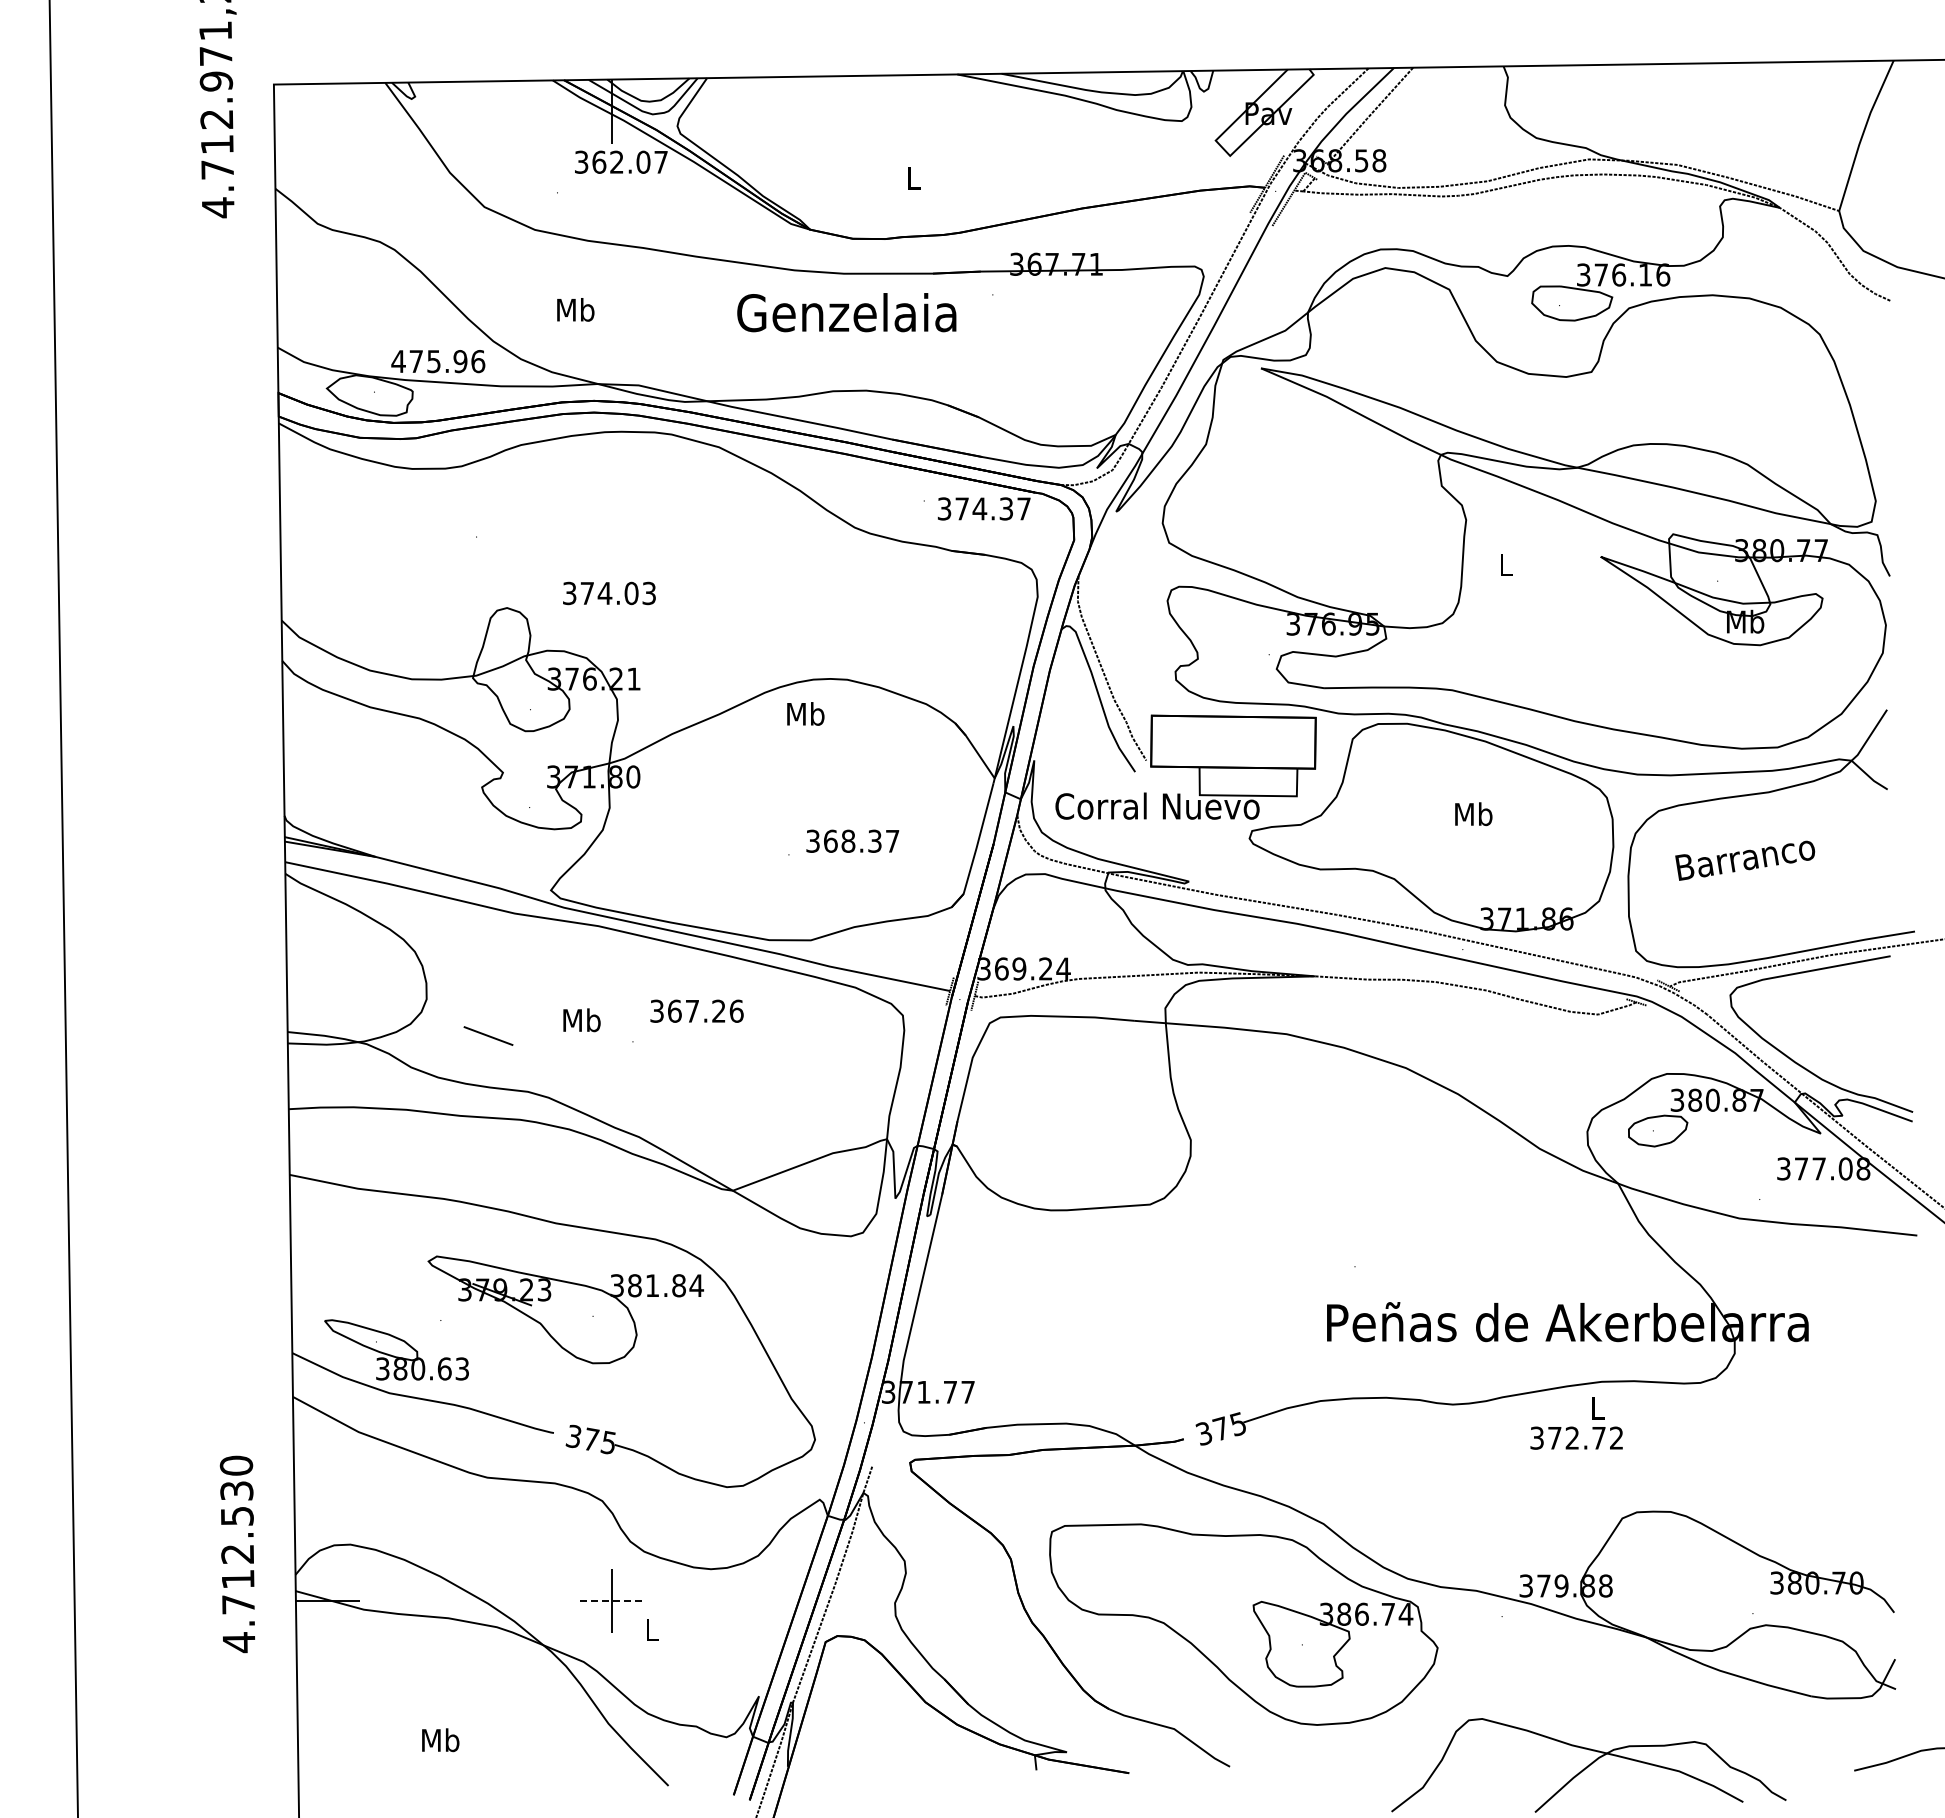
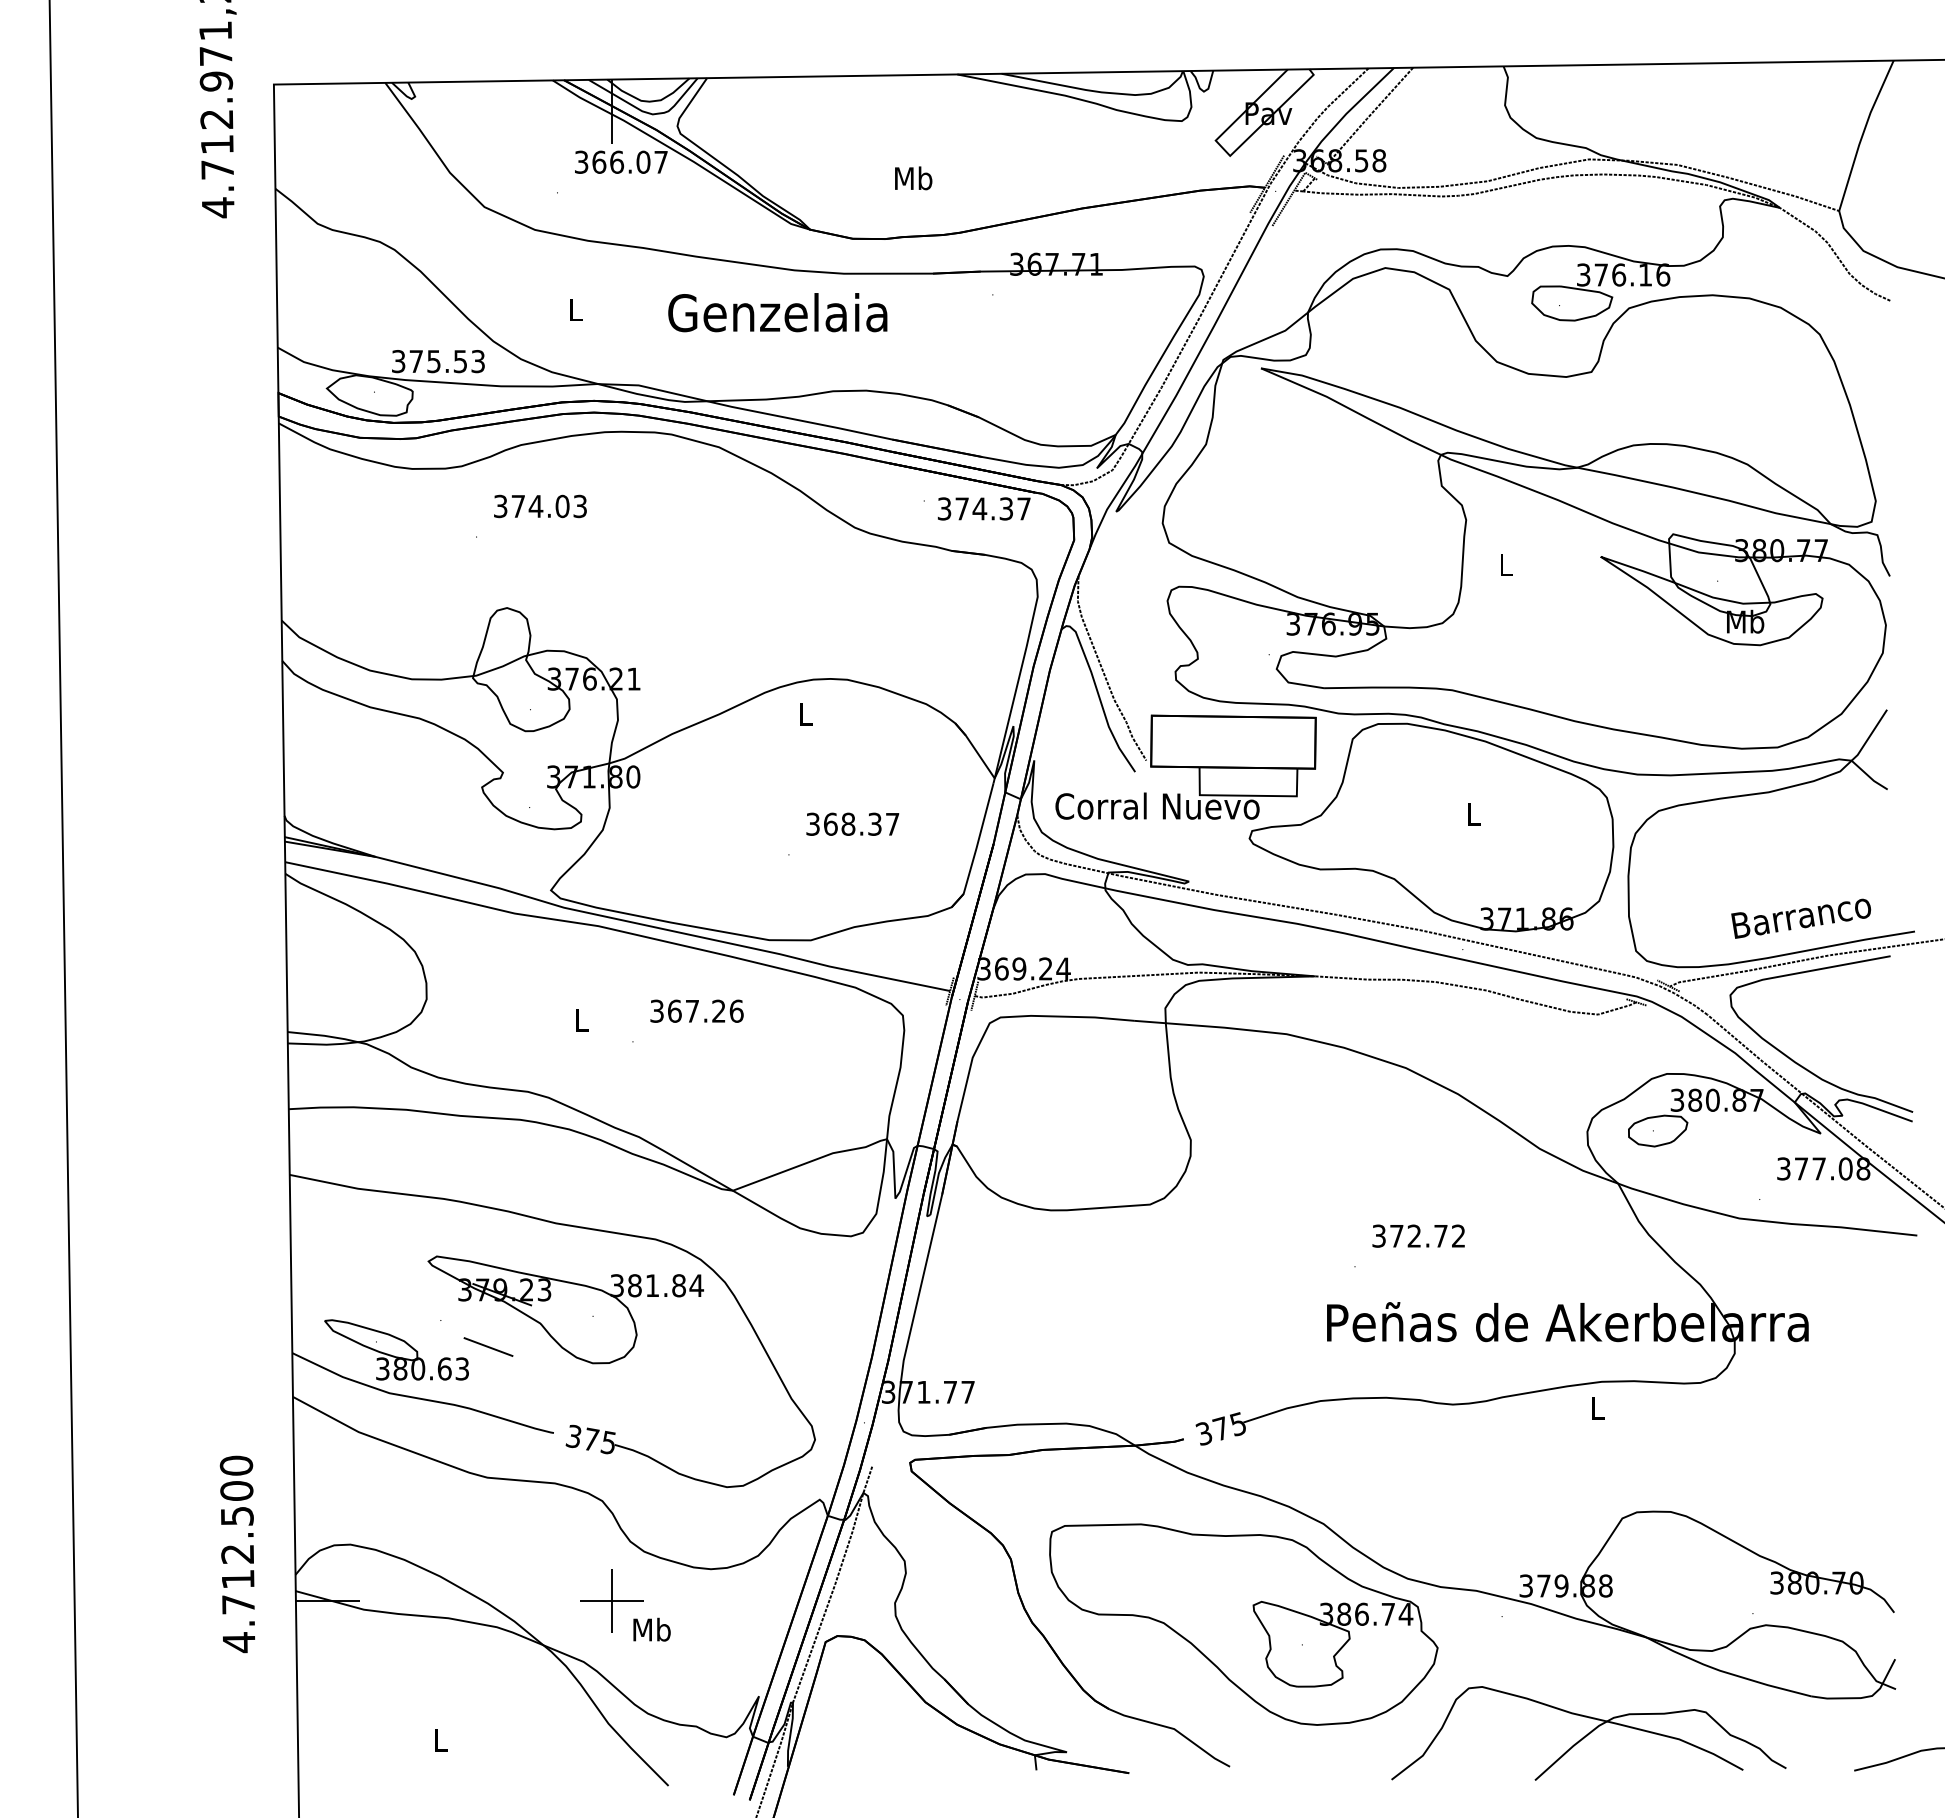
text at (617, 161): 362.07 -> 366.07
text at (913, 178): L -> Mb
text at (575, 309): Mb -> L
text at (846, 312) position: (846, 312) -> (777, 312)
text at (438, 361): 475.96 -> 375.53
text at (609, 593) position: (609, 593) -> (540, 506)
text at (805, 713): Mb -> L
text at (1473, 814): Mb -> L
text at (852, 840) position: (852, 840) -> (852, 823)
text at (1745, 860) position: (1745, 860) -> (1801, 918)
text at (581, 1020): Mb -> L
line at (488, 1035) position: (488, 1035) -> (488, 1346)
text at (1576, 1437) position: (1576, 1437) -> (1418, 1235)
text at (236, 1490): 4.712.530 -> 4.712.500
line at (612, 1601): dashed -> solid
text at (651, 1629): L -> Mb
text at (440, 1740): Mb -> L
part at (1588, 1765) position: (1588, 1765) -> (1588, 1733)
